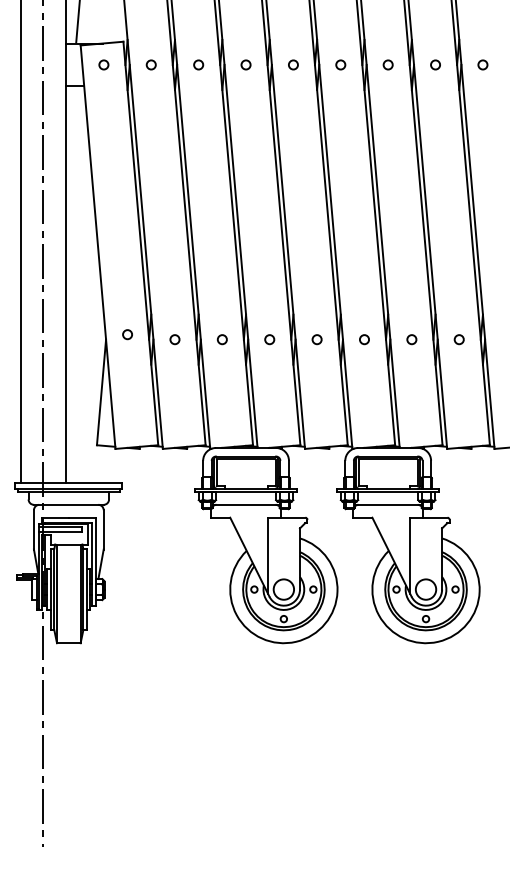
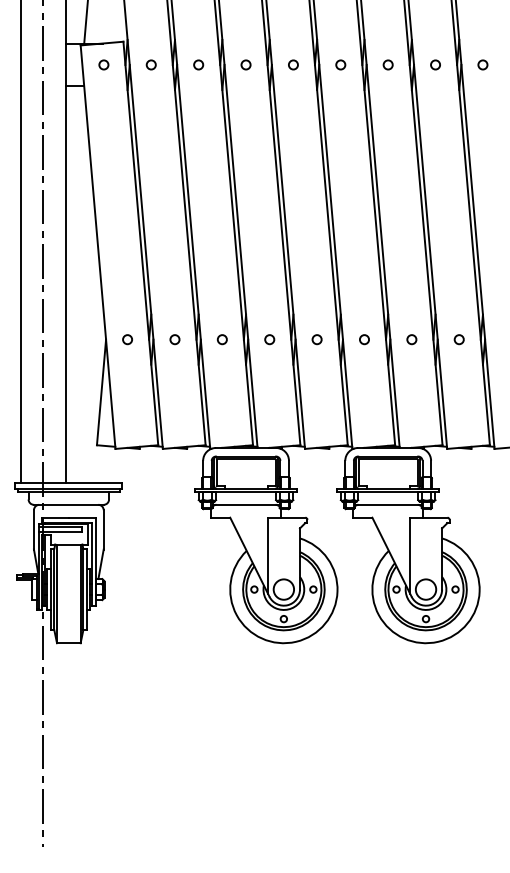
line at (77, 22) position: (77, 22) -> (85, 22)
circle at (127, 334) position: (127, 334) -> (127, 339)
